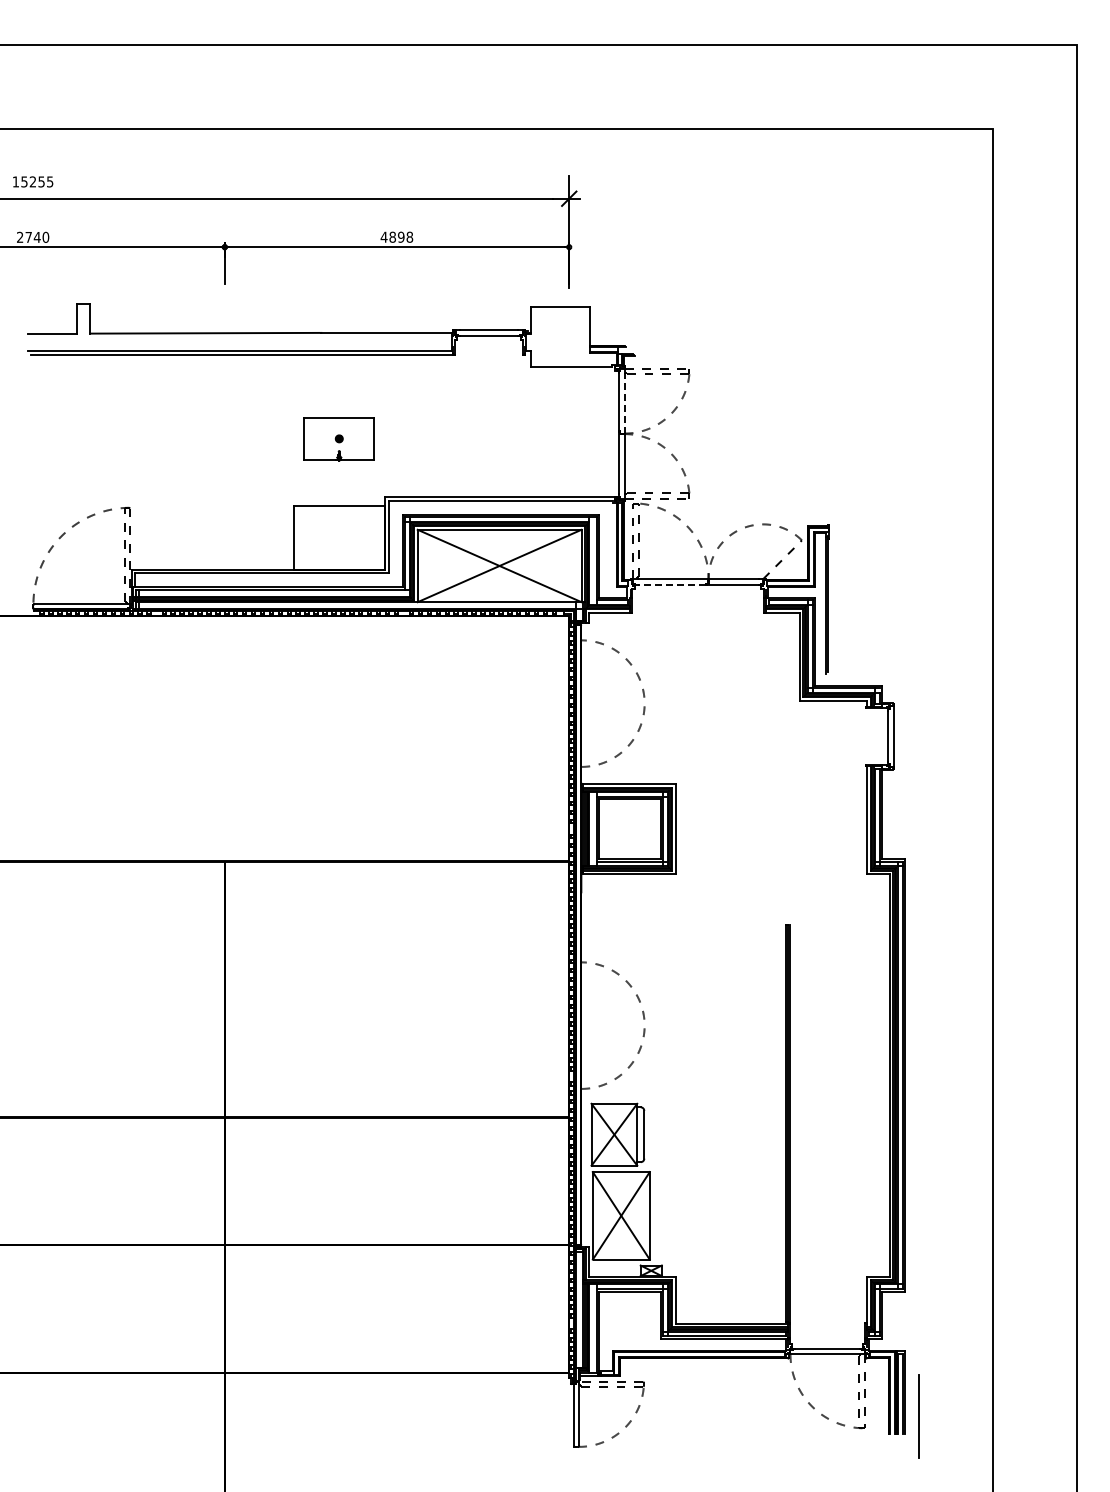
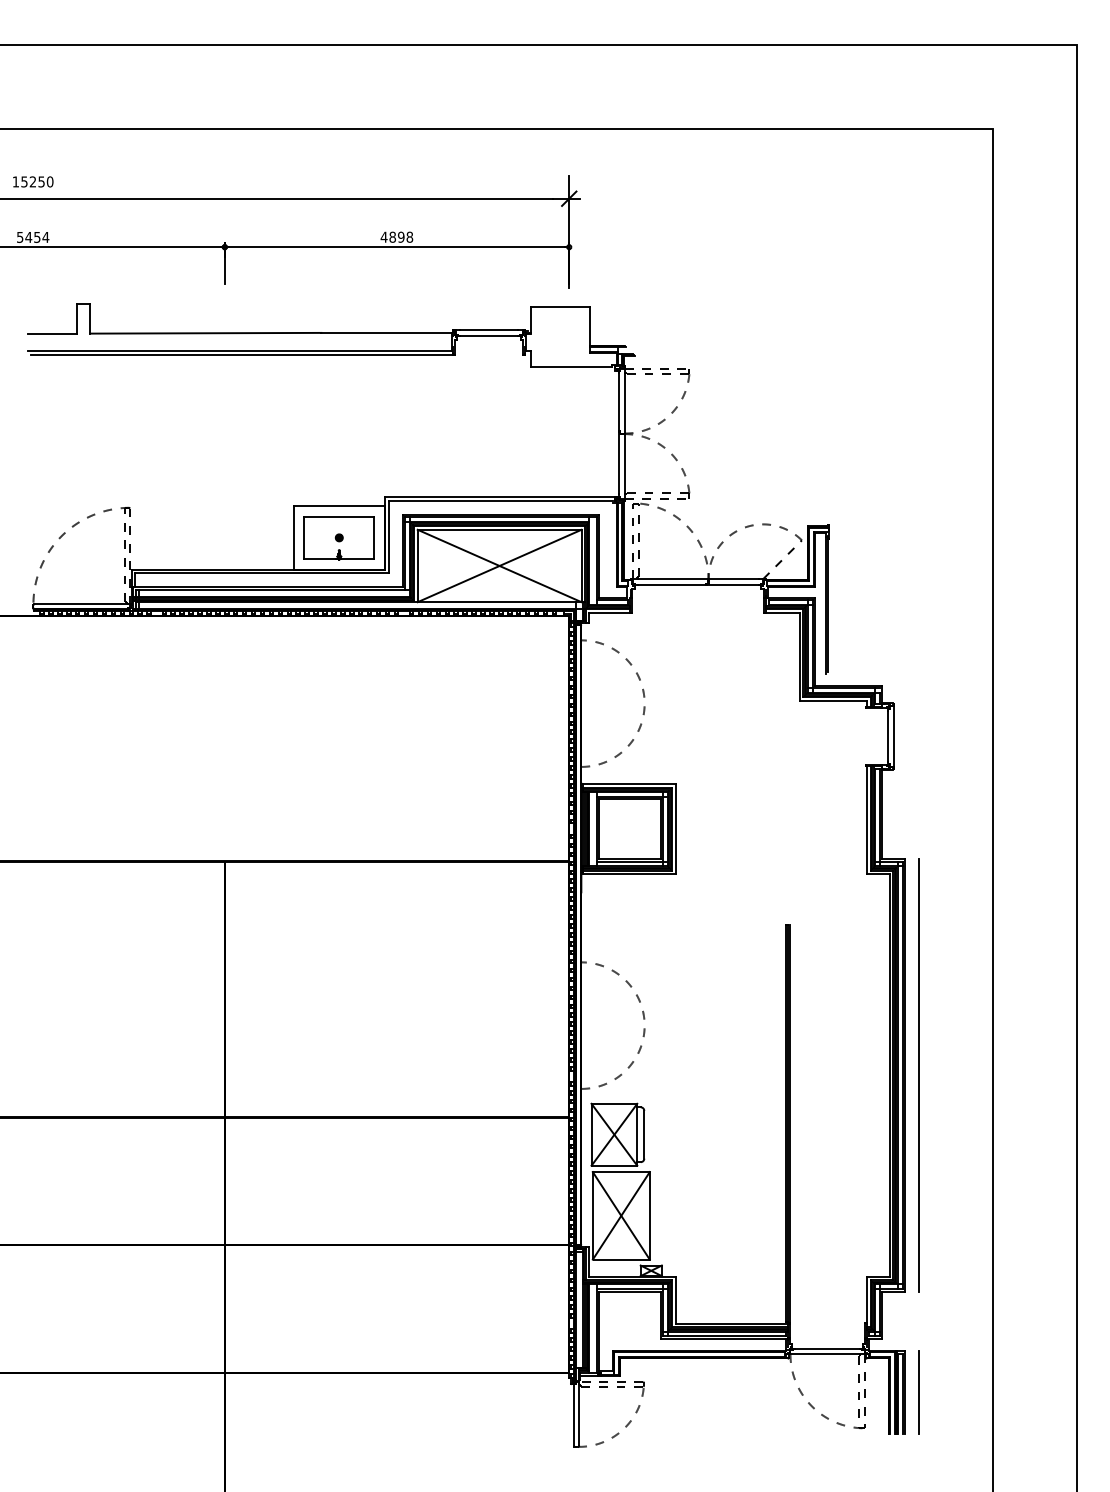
text at (49, 181): 15255 -> 15250
text at (33, 236): 2740 -> 5454
line at (624, 403): dashed -> solid
part at (338, 439) position: (338, 439) -> (338, 538)
line at (671, 584): dashed -> solid
line at (919, 1075): none -> present
line at (918, 1416) position: (918, 1416) -> (918, 1392)
